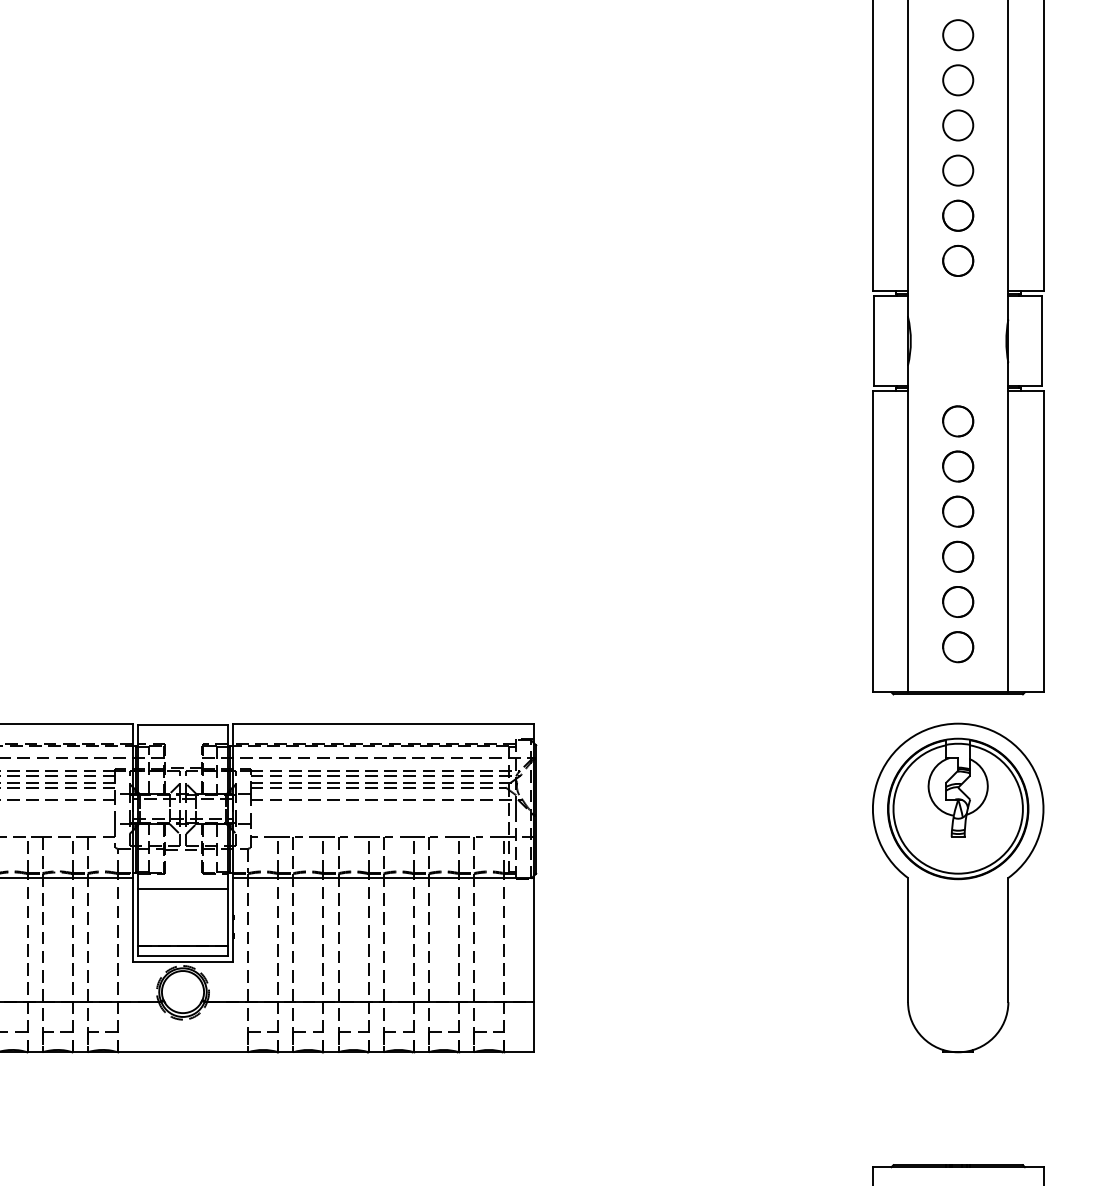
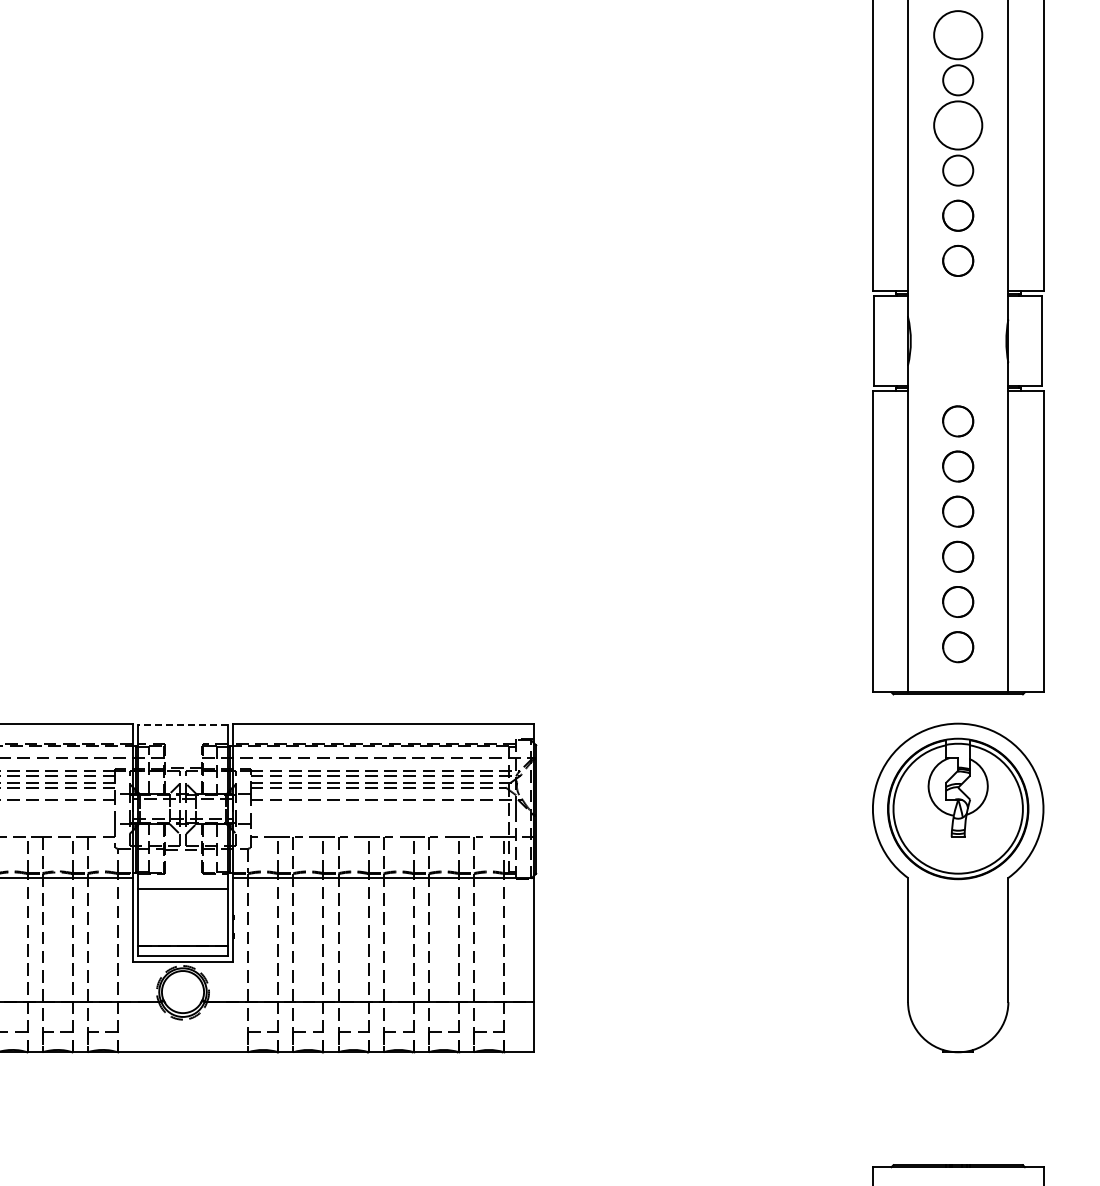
circle at (958, 35) diameter: 30 px -> 48 px
circle at (958, 125) diameter: 30 px -> 48 px
line at (182, 724): solid -> dashed
